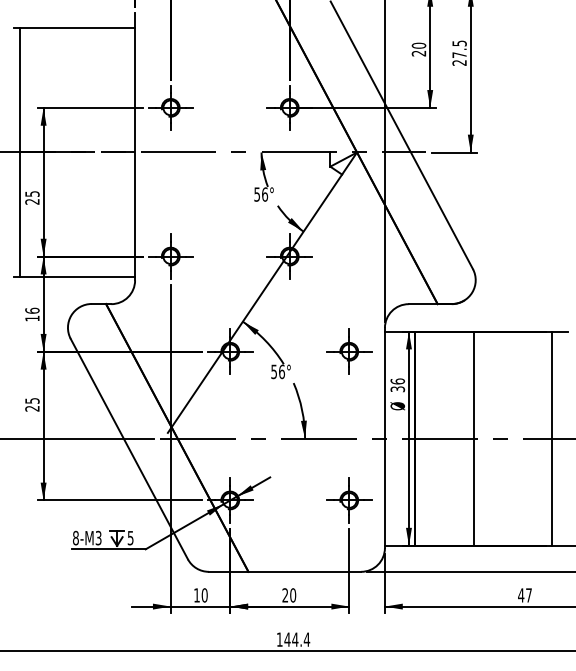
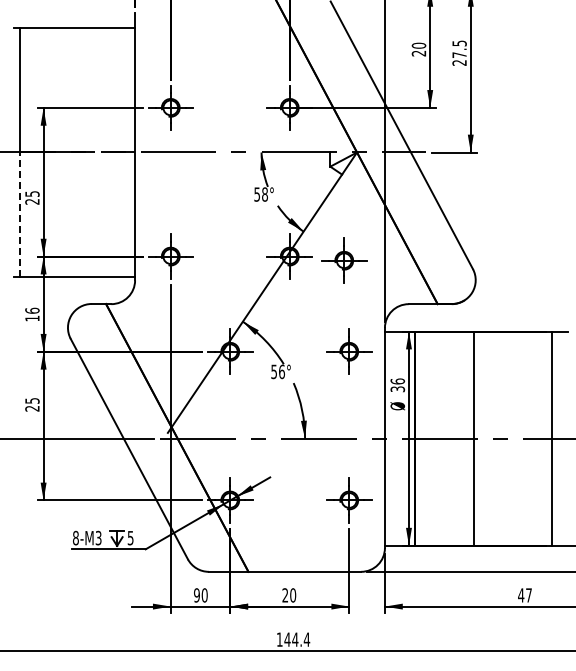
text at (265, 194): 56° -> 58°
line at (19, 214): solid -> dashed
part at (344, 260): none -> present
text at (196, 595): 10 -> 90
